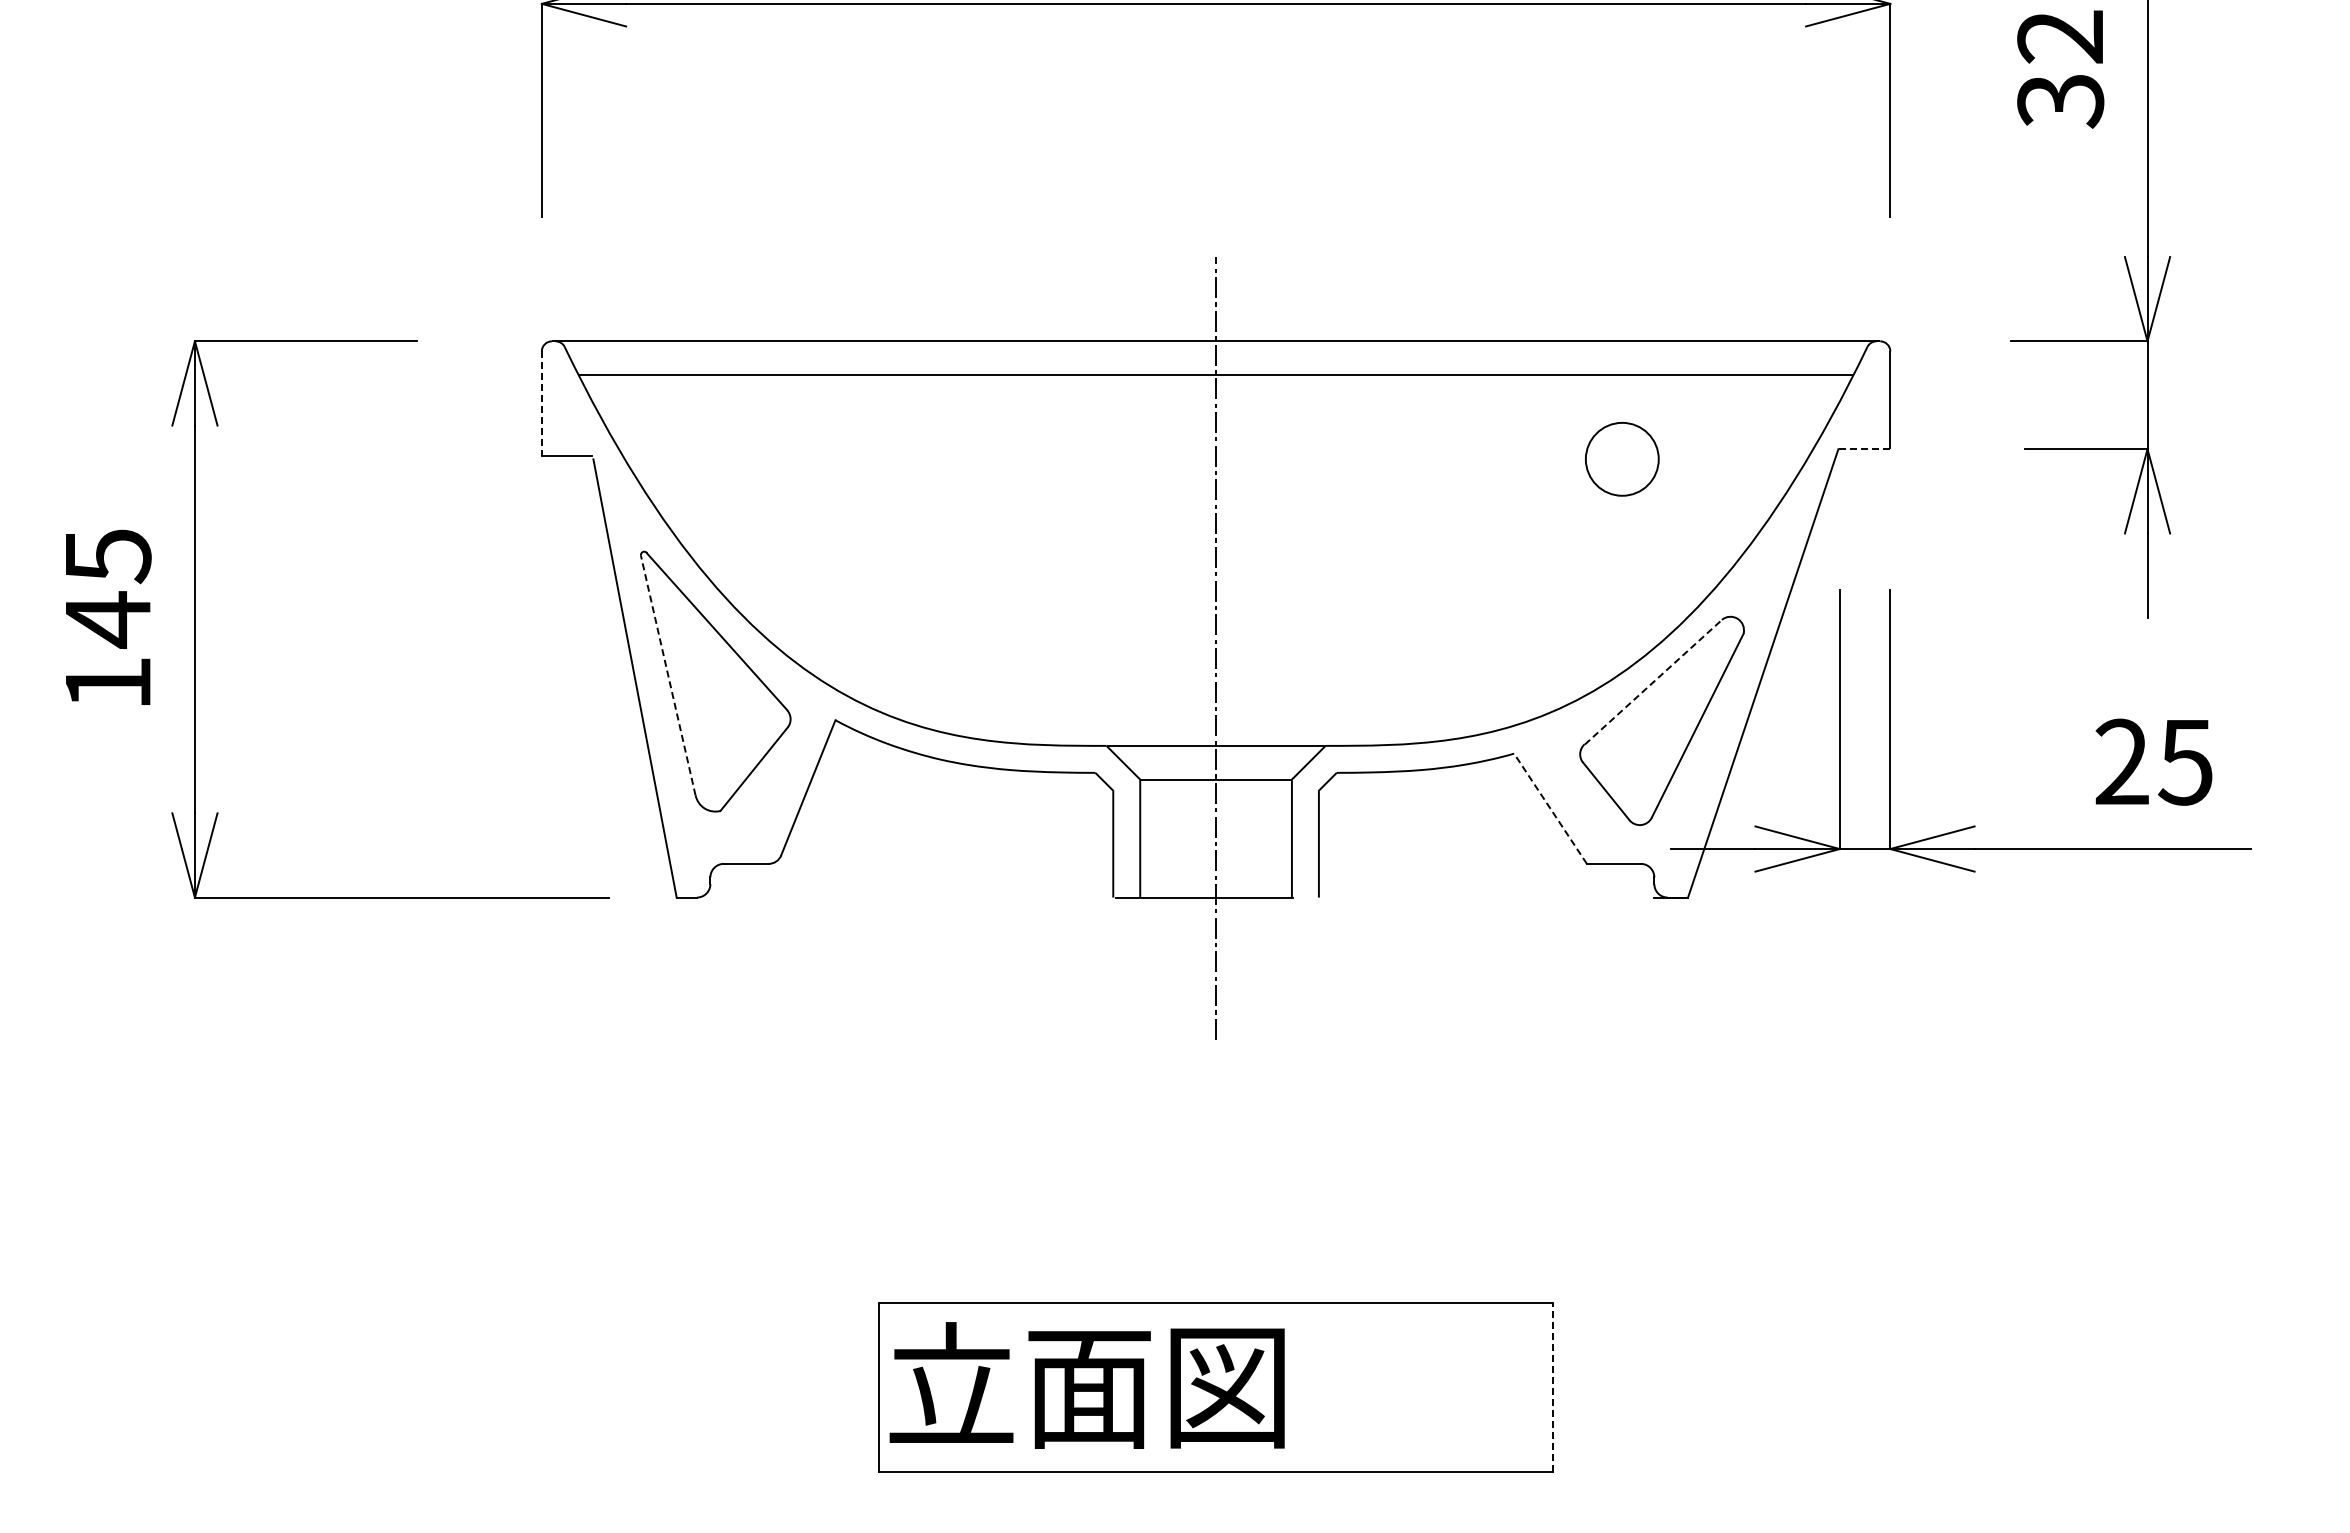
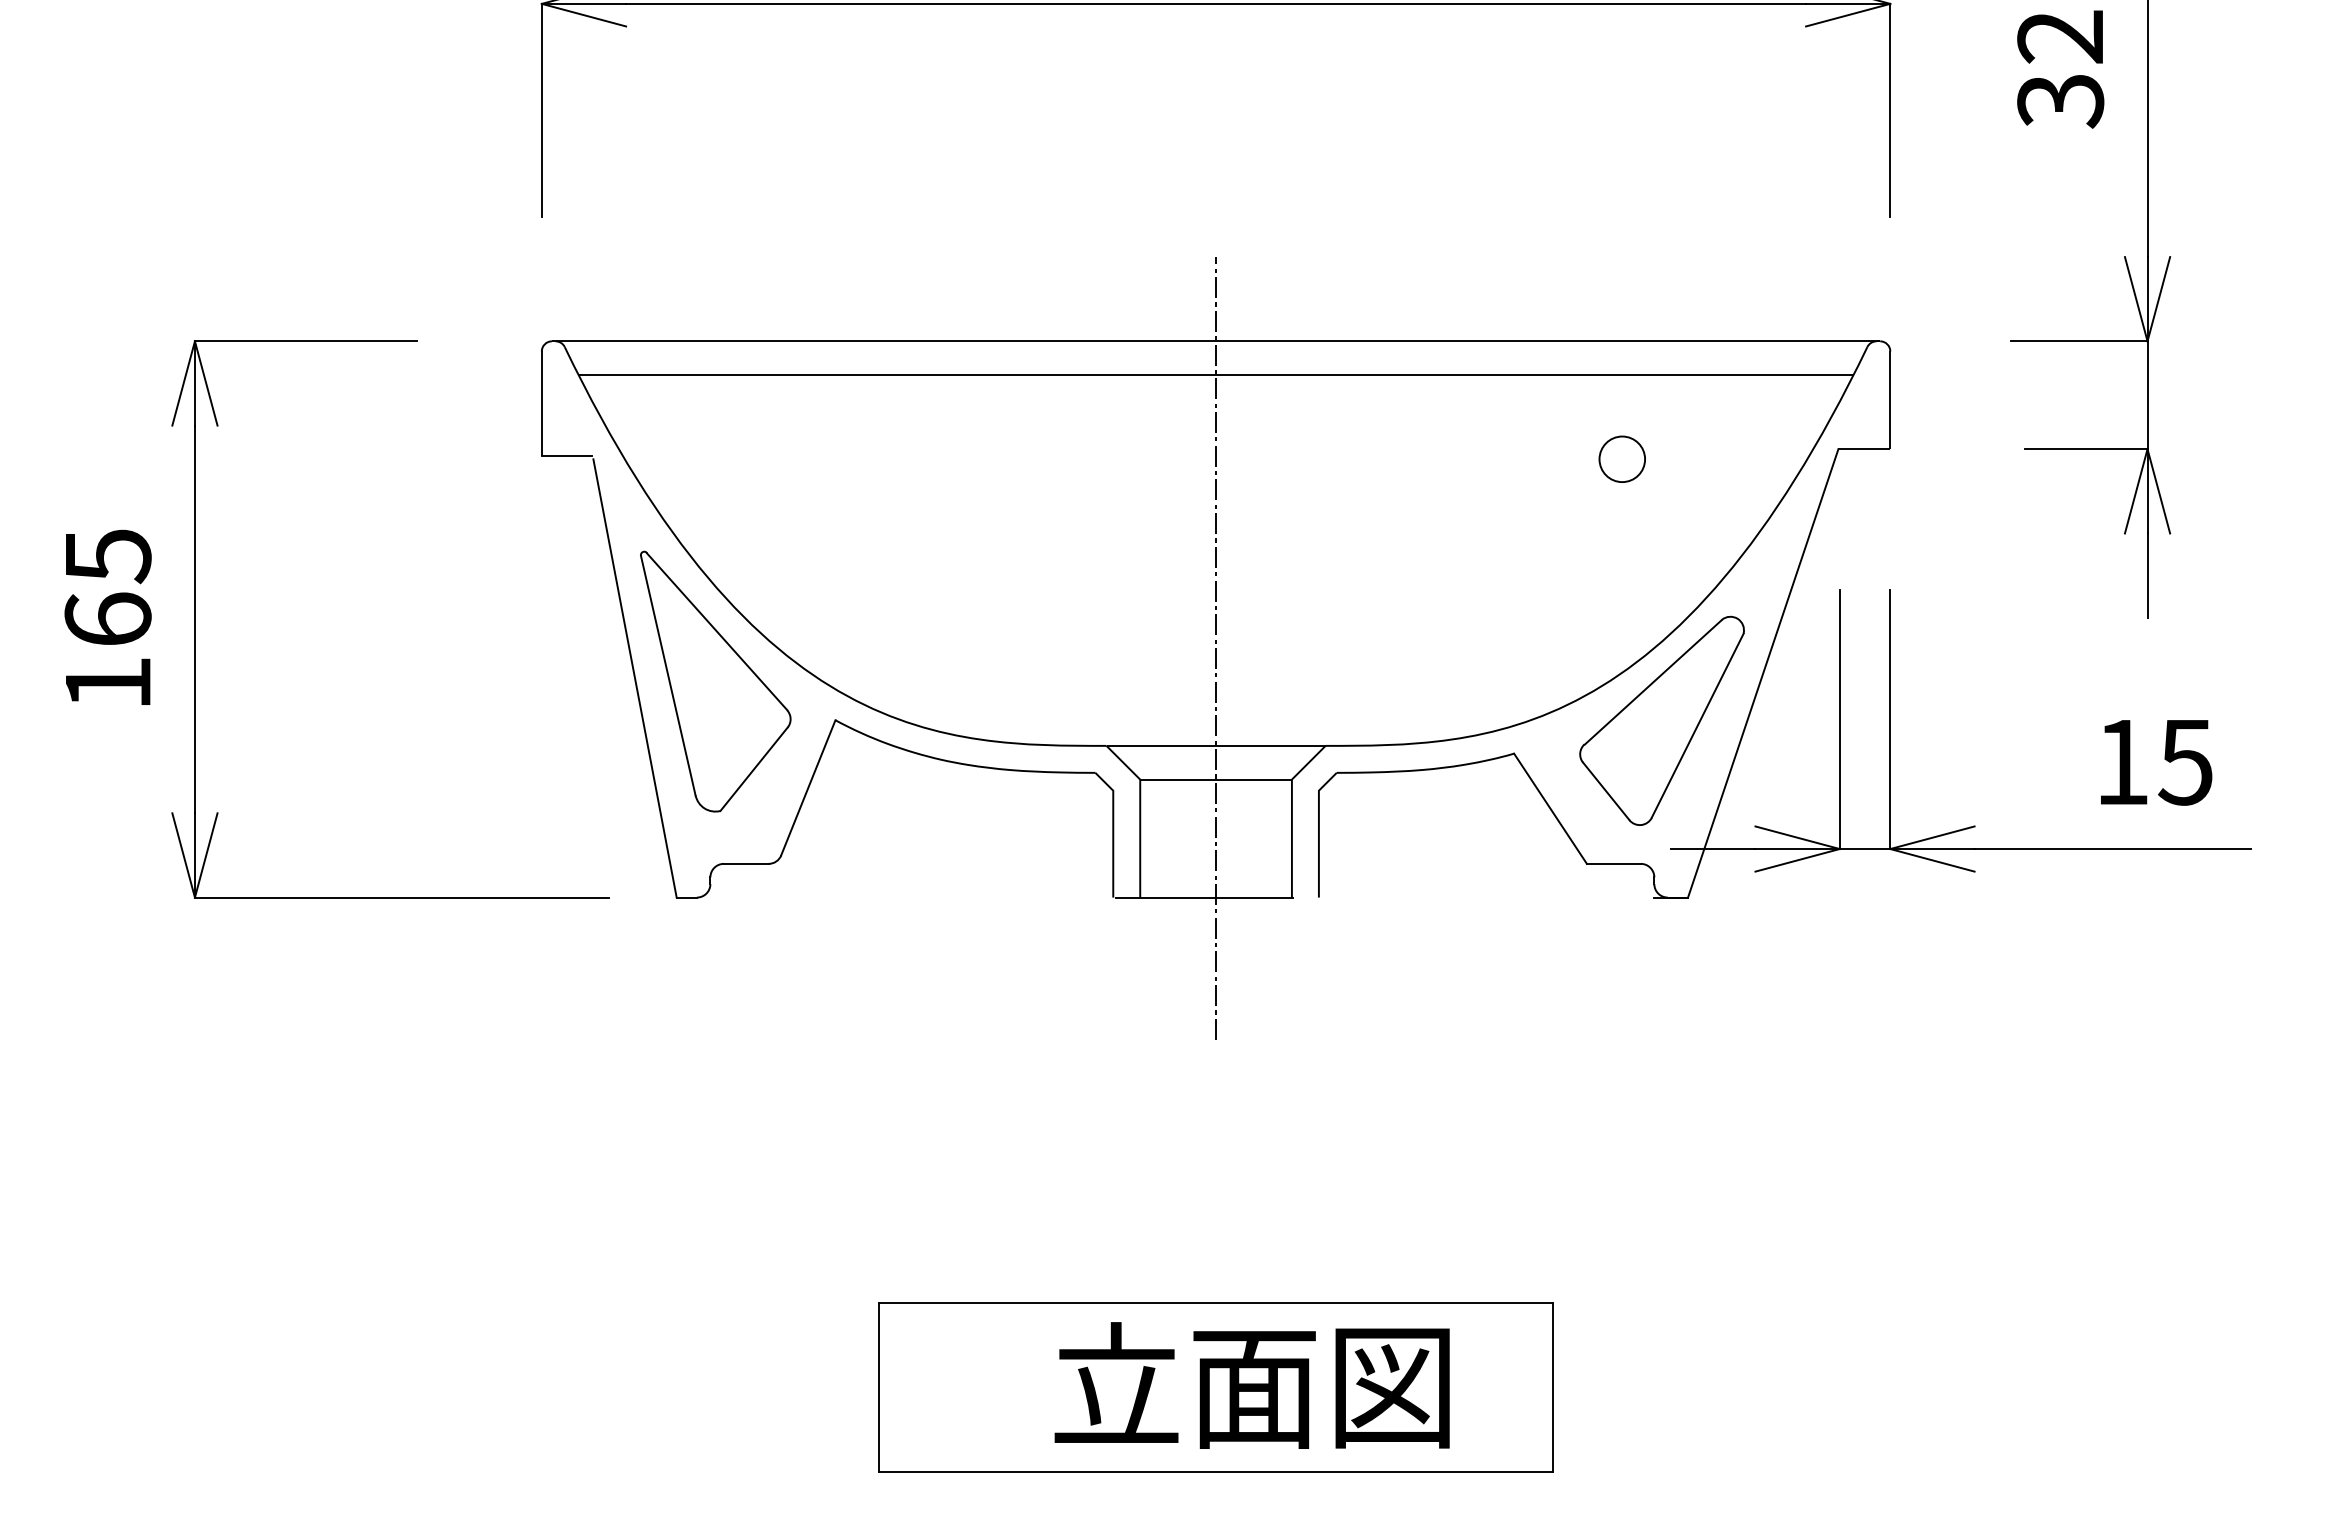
line at (541, 404): dashed -> solid
line at (1864, 449): dashed -> solid
circle at (1621, 458) diameter: 73 px -> 46 px
text at (107, 619): 145 -> 165
line at (668, 675): dashed -> solid
line at (1653, 682): dashed -> solid
text at (2121, 761): 25 -> 15
line at (1550, 808): dashed -> solid
text at (1086, 1385) position: (1086, 1385) -> (1251, 1385)
line at (1553, 1386): dashed -> solid
